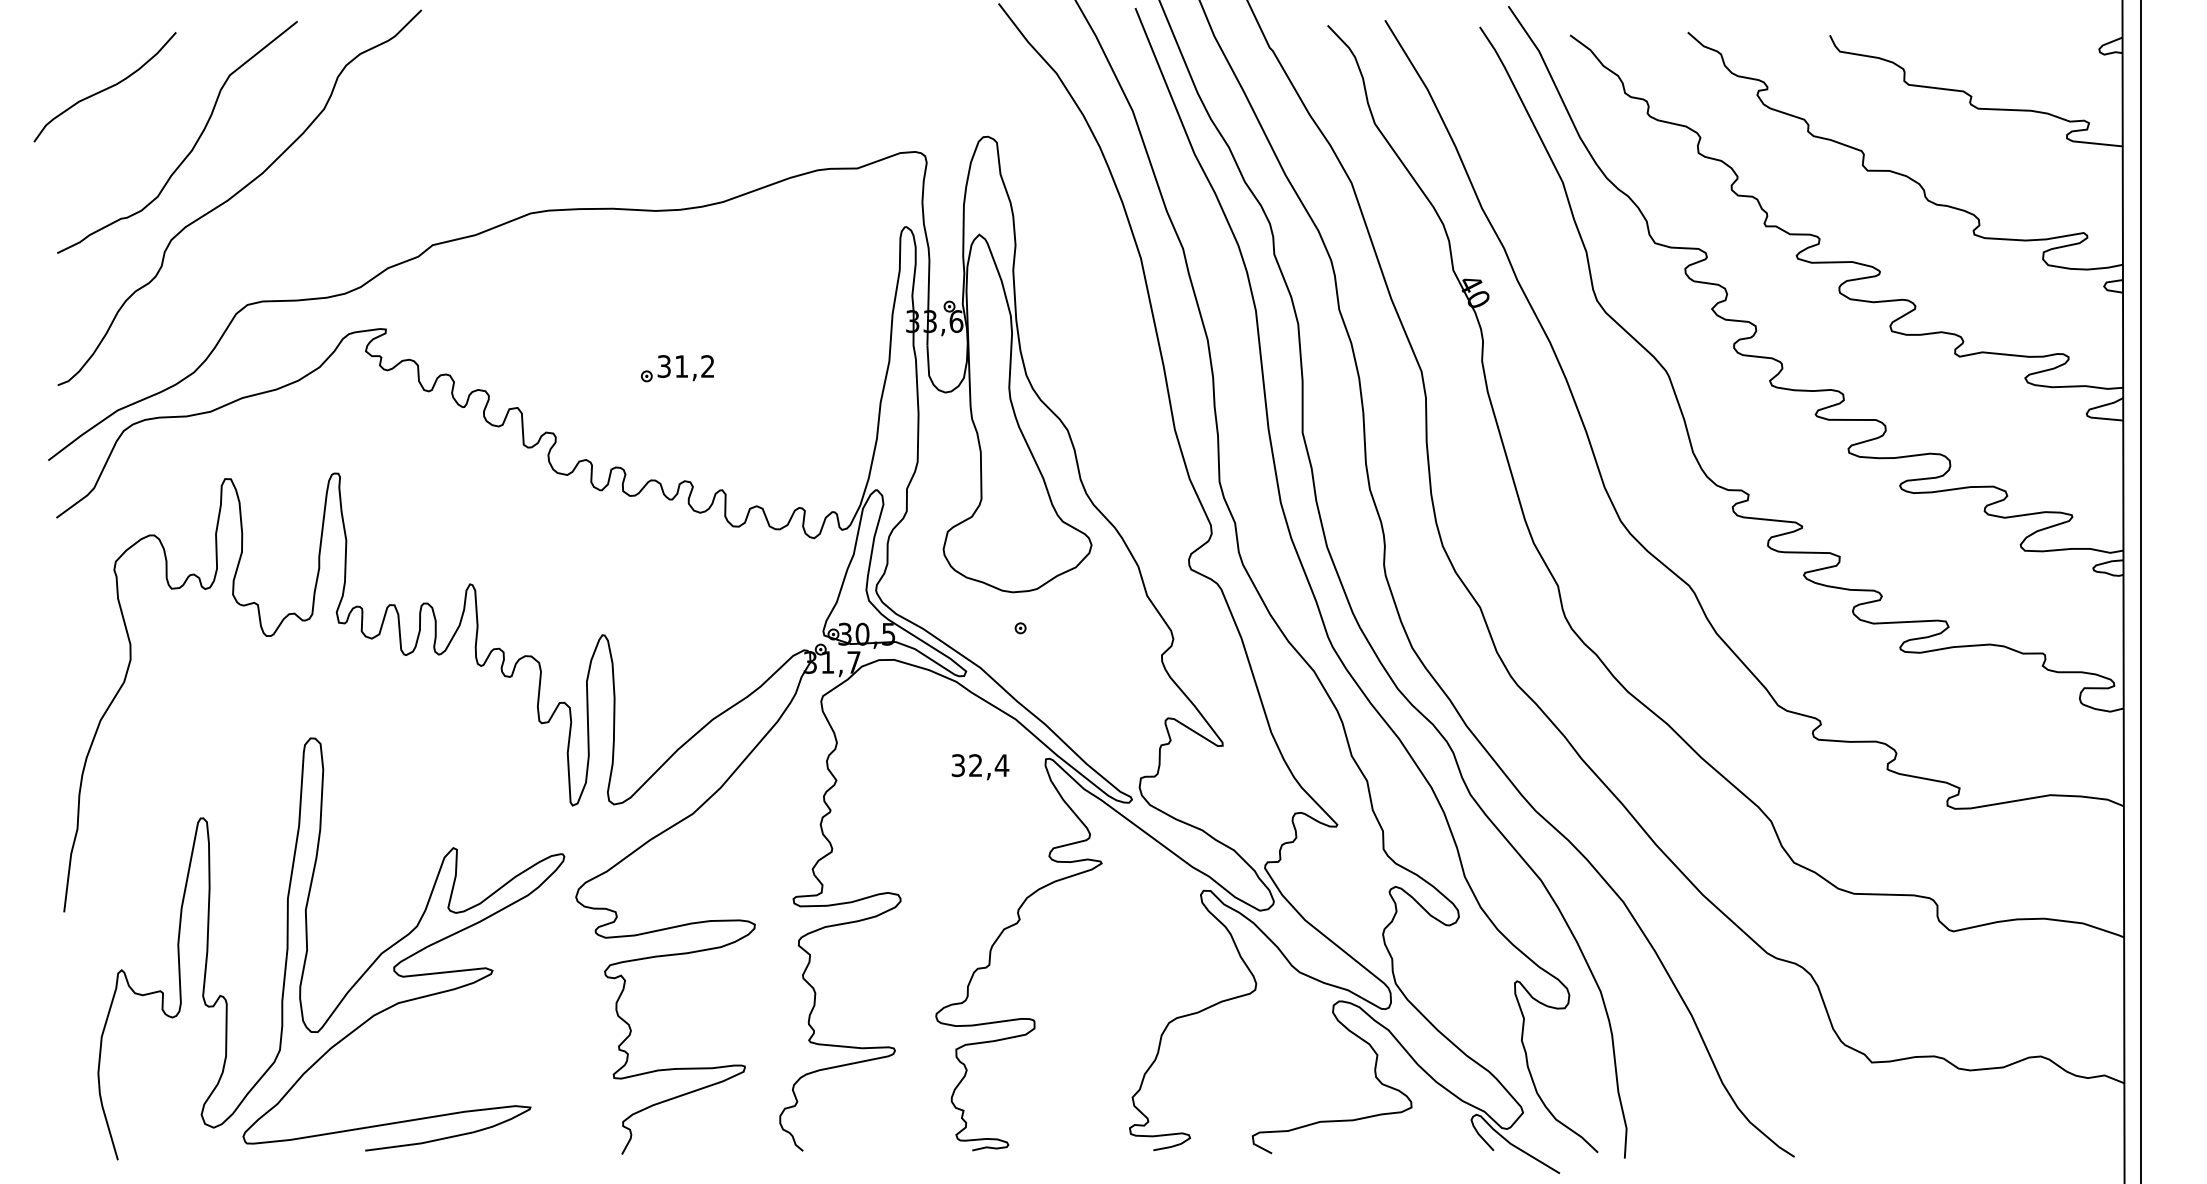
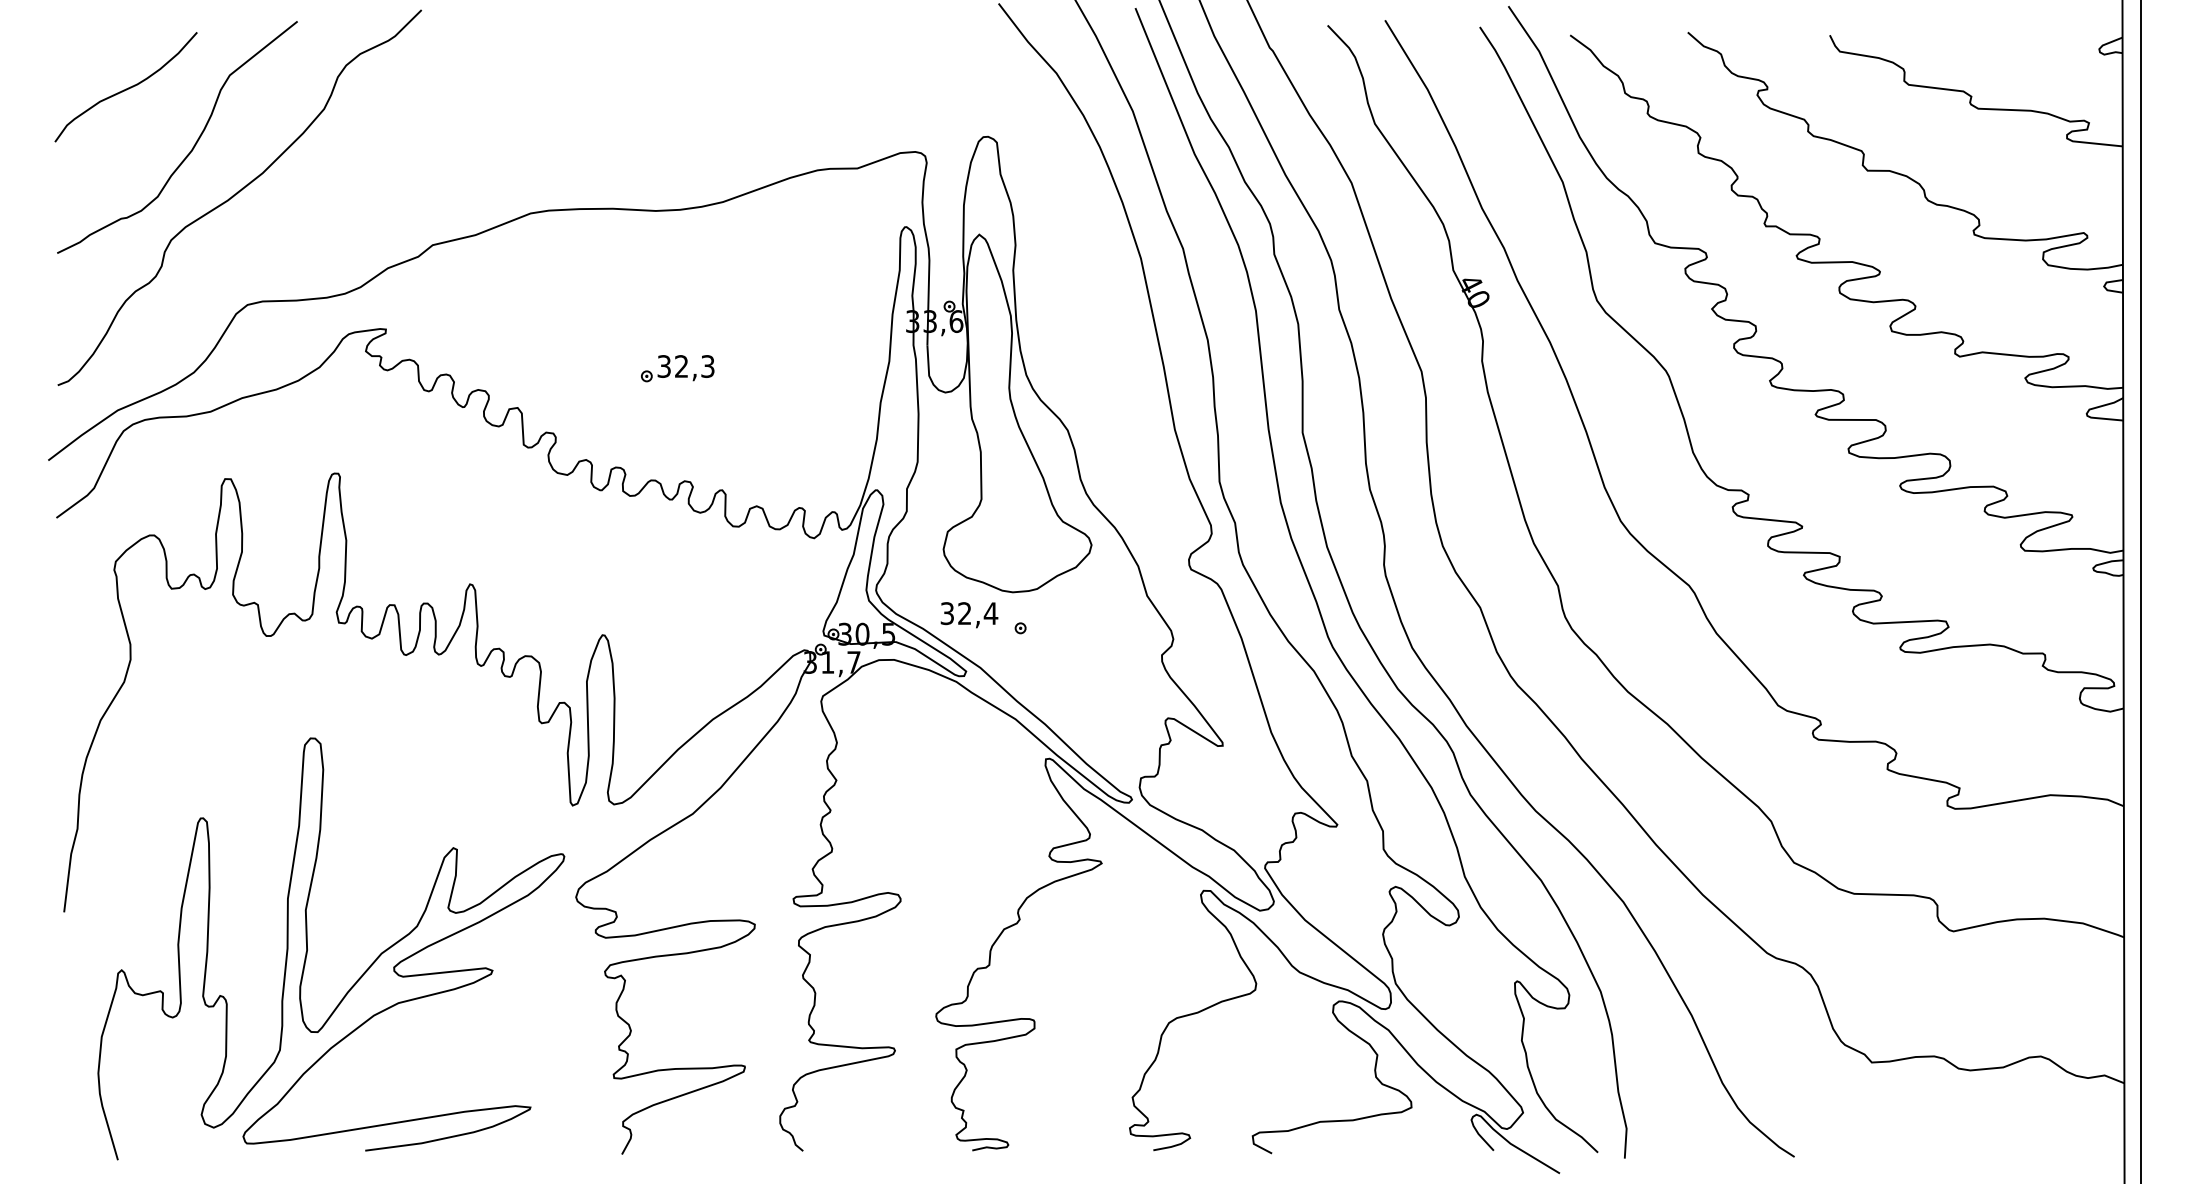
curve at (104, 88) position: (104, 88) -> (125, 88)
text at (694, 366): 31,2 -> 32,3
text at (980, 767) position: (980, 767) -> (969, 615)
